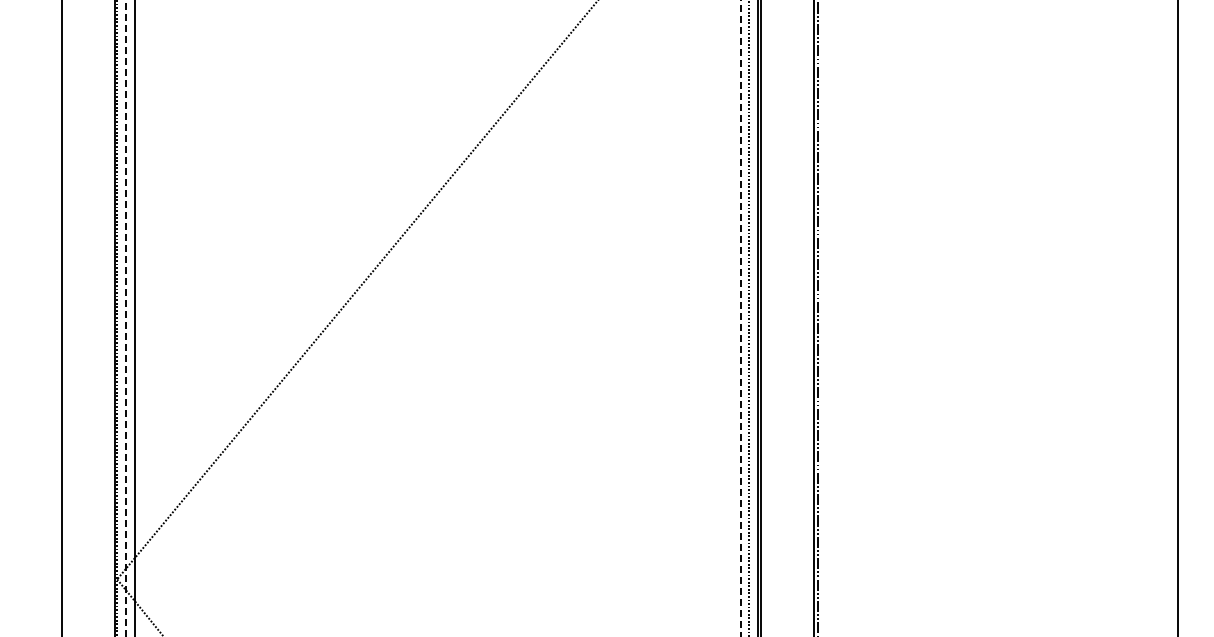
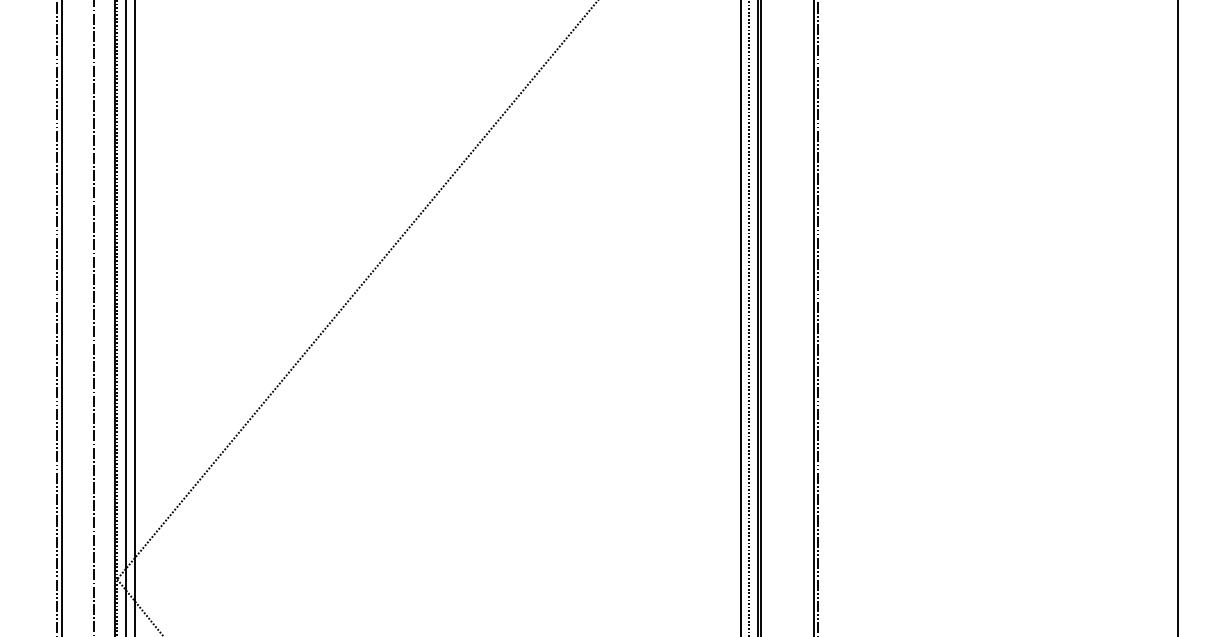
line at (57, 317): none -> present
line at (93, 317): none -> present
line at (126, 318): dashed -> solid
line at (740, 318): dashed -> solid
